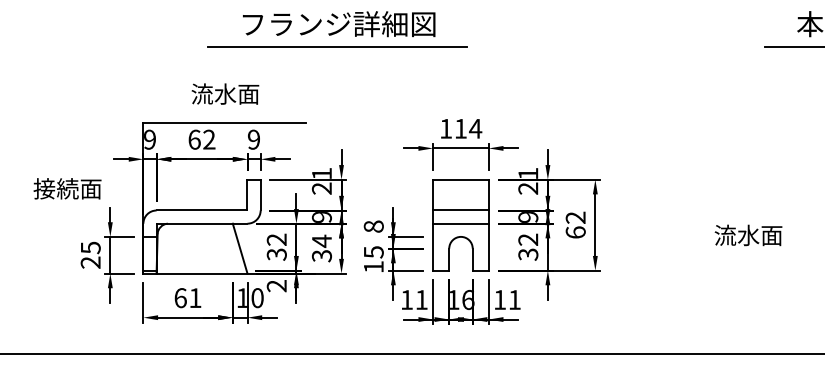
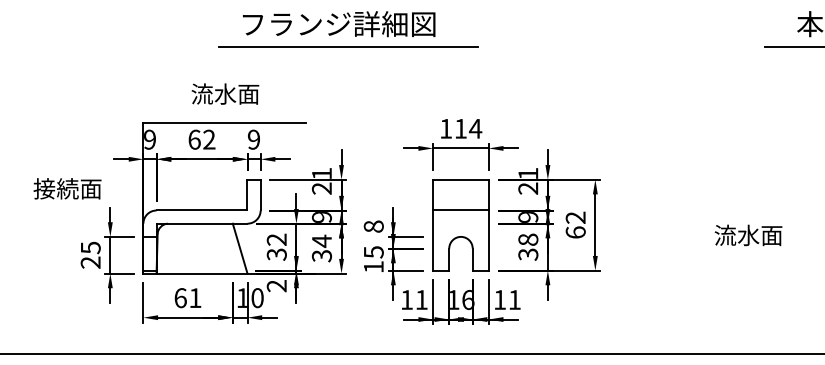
line at (337, 46) position: (337, 46) -> (348, 46)
line at (460, 223): present -> none
text at (528, 239): 32 -> 38
